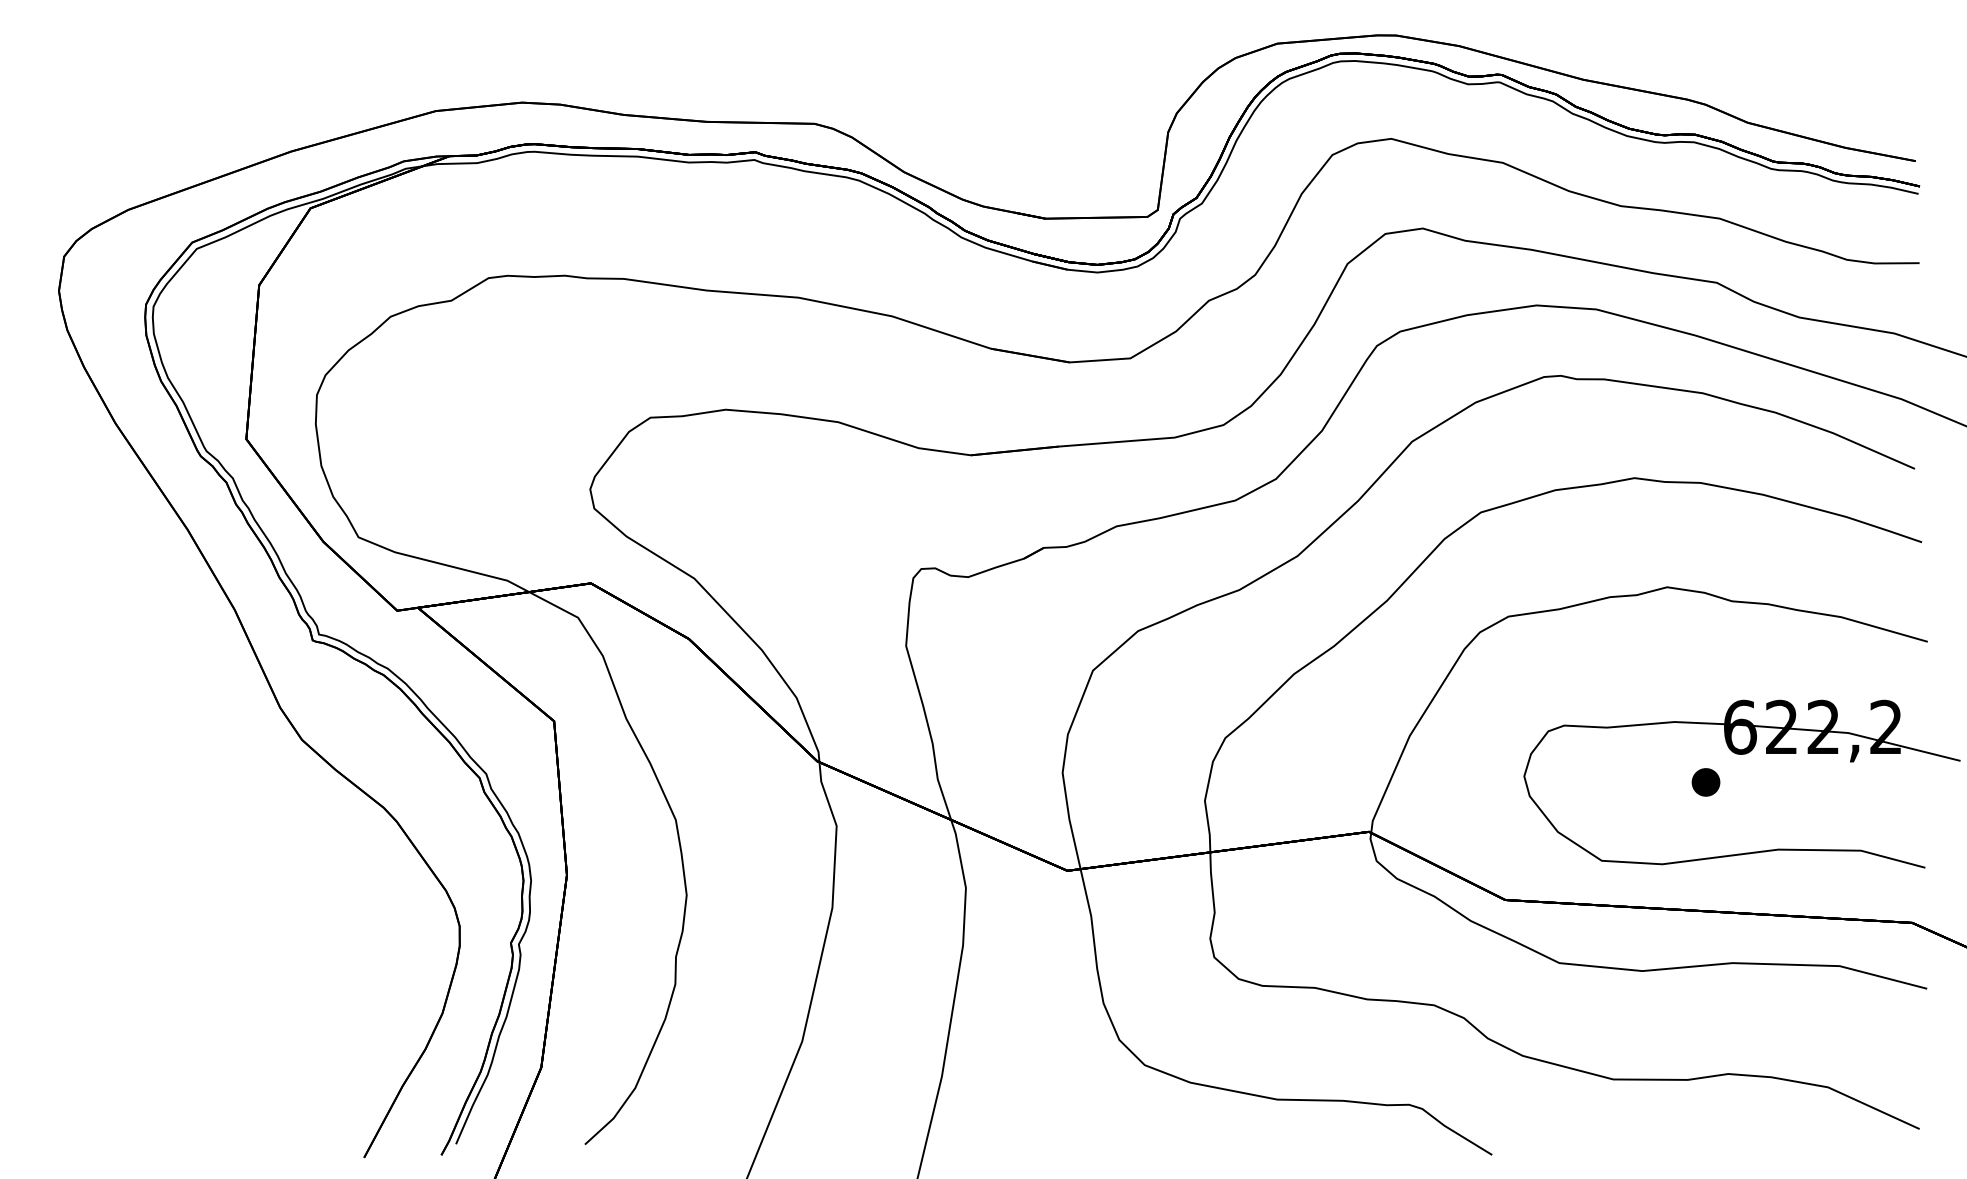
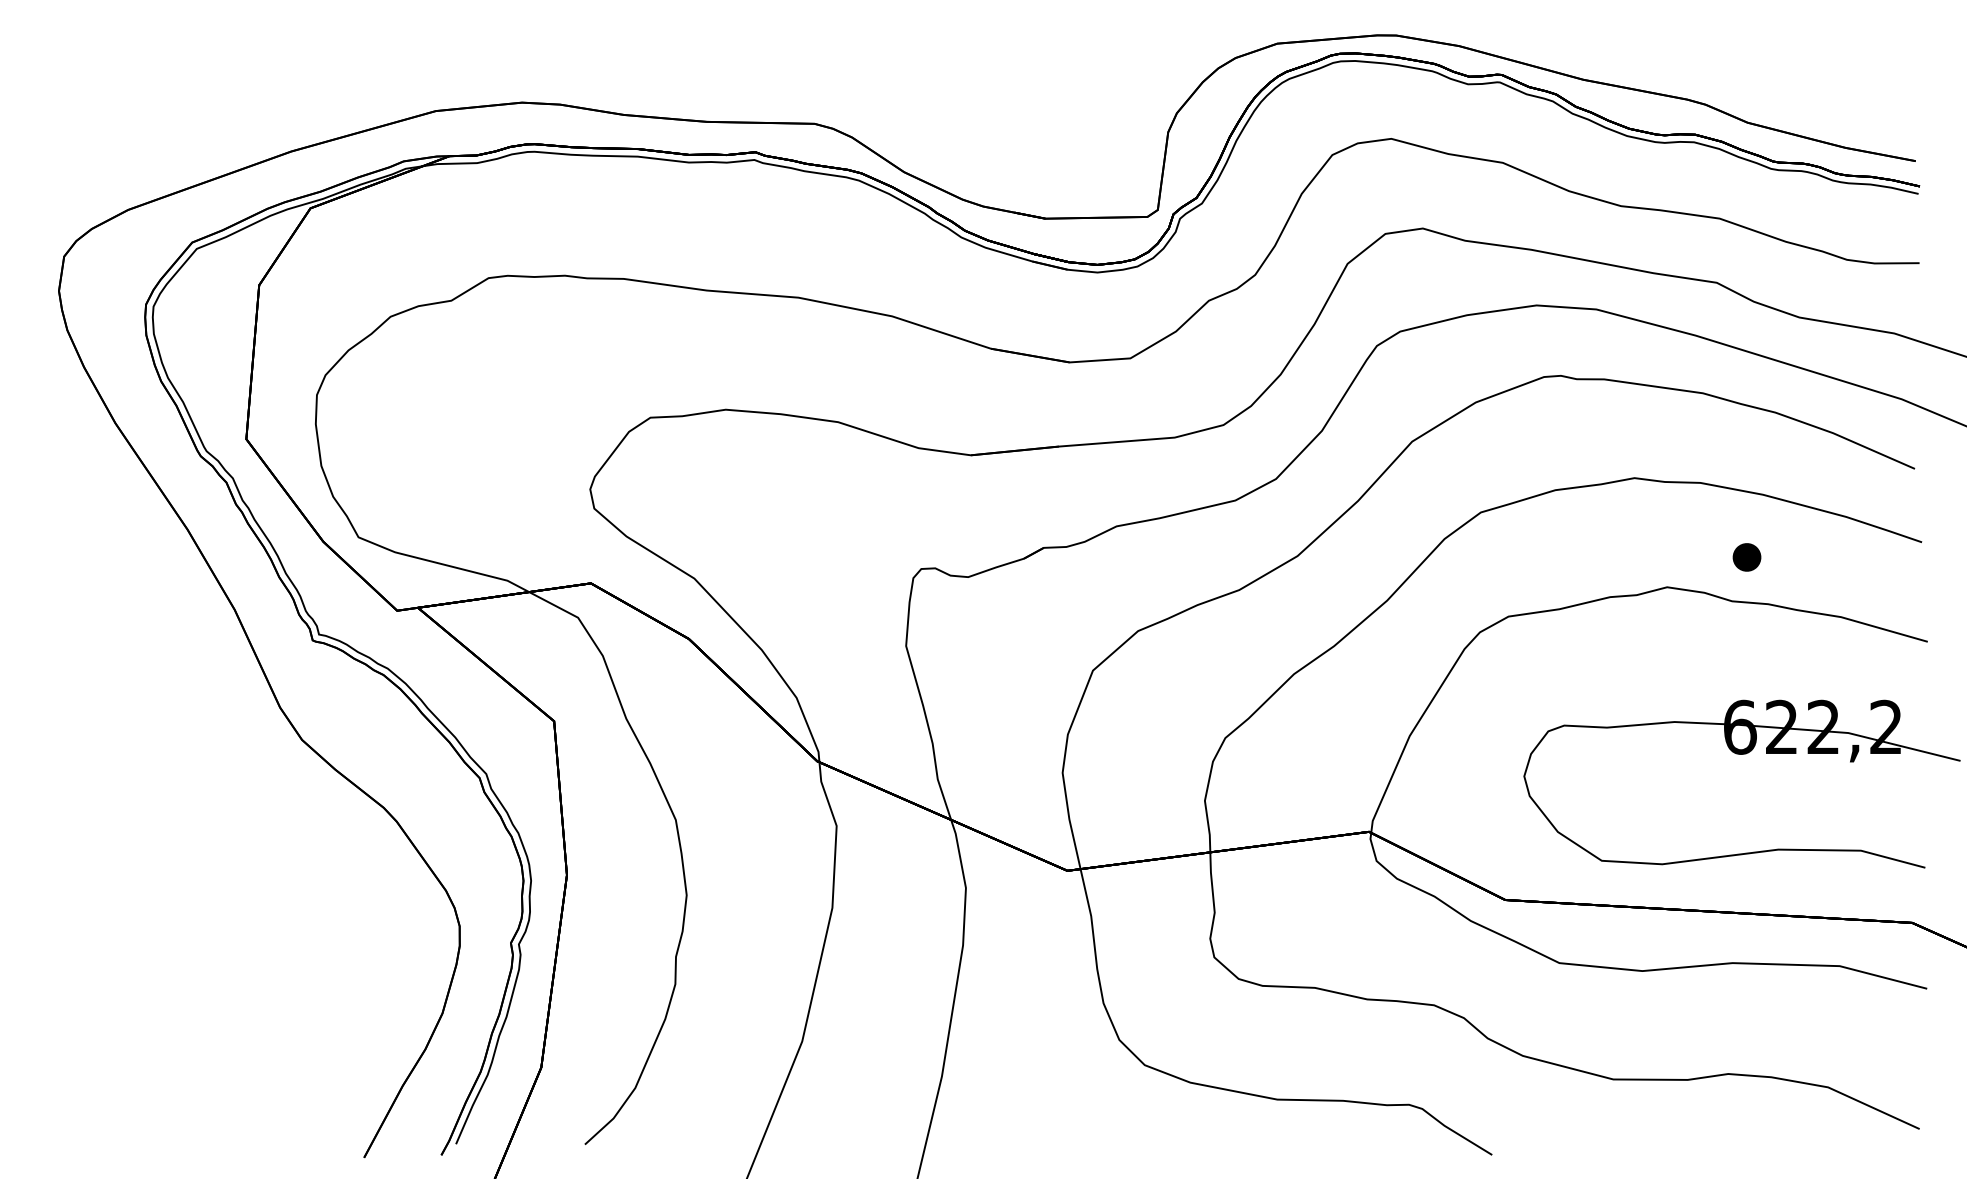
part at (1705, 782) position: (1705, 782) -> (1746, 557)
